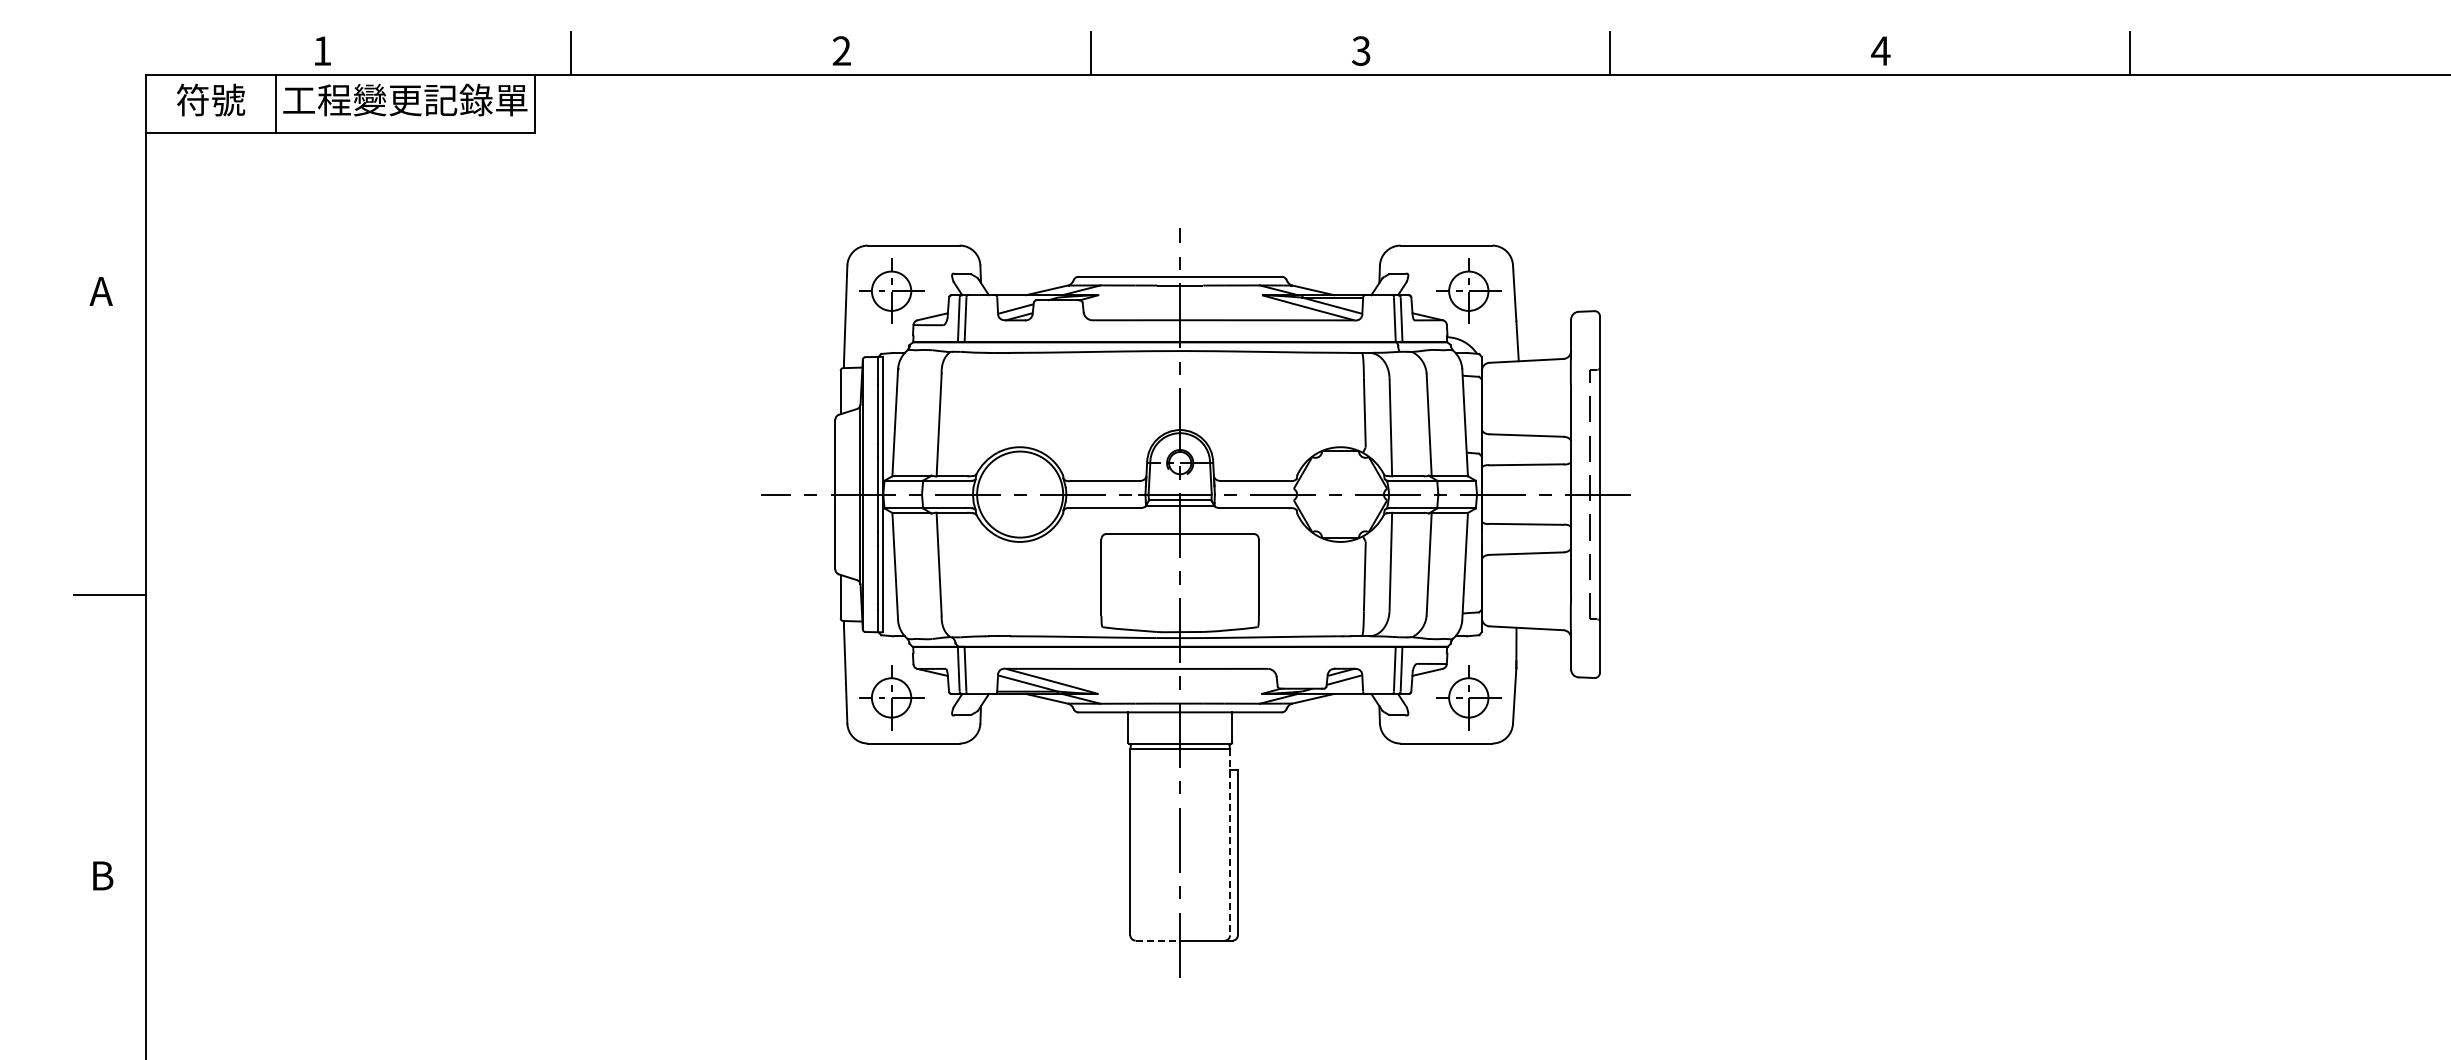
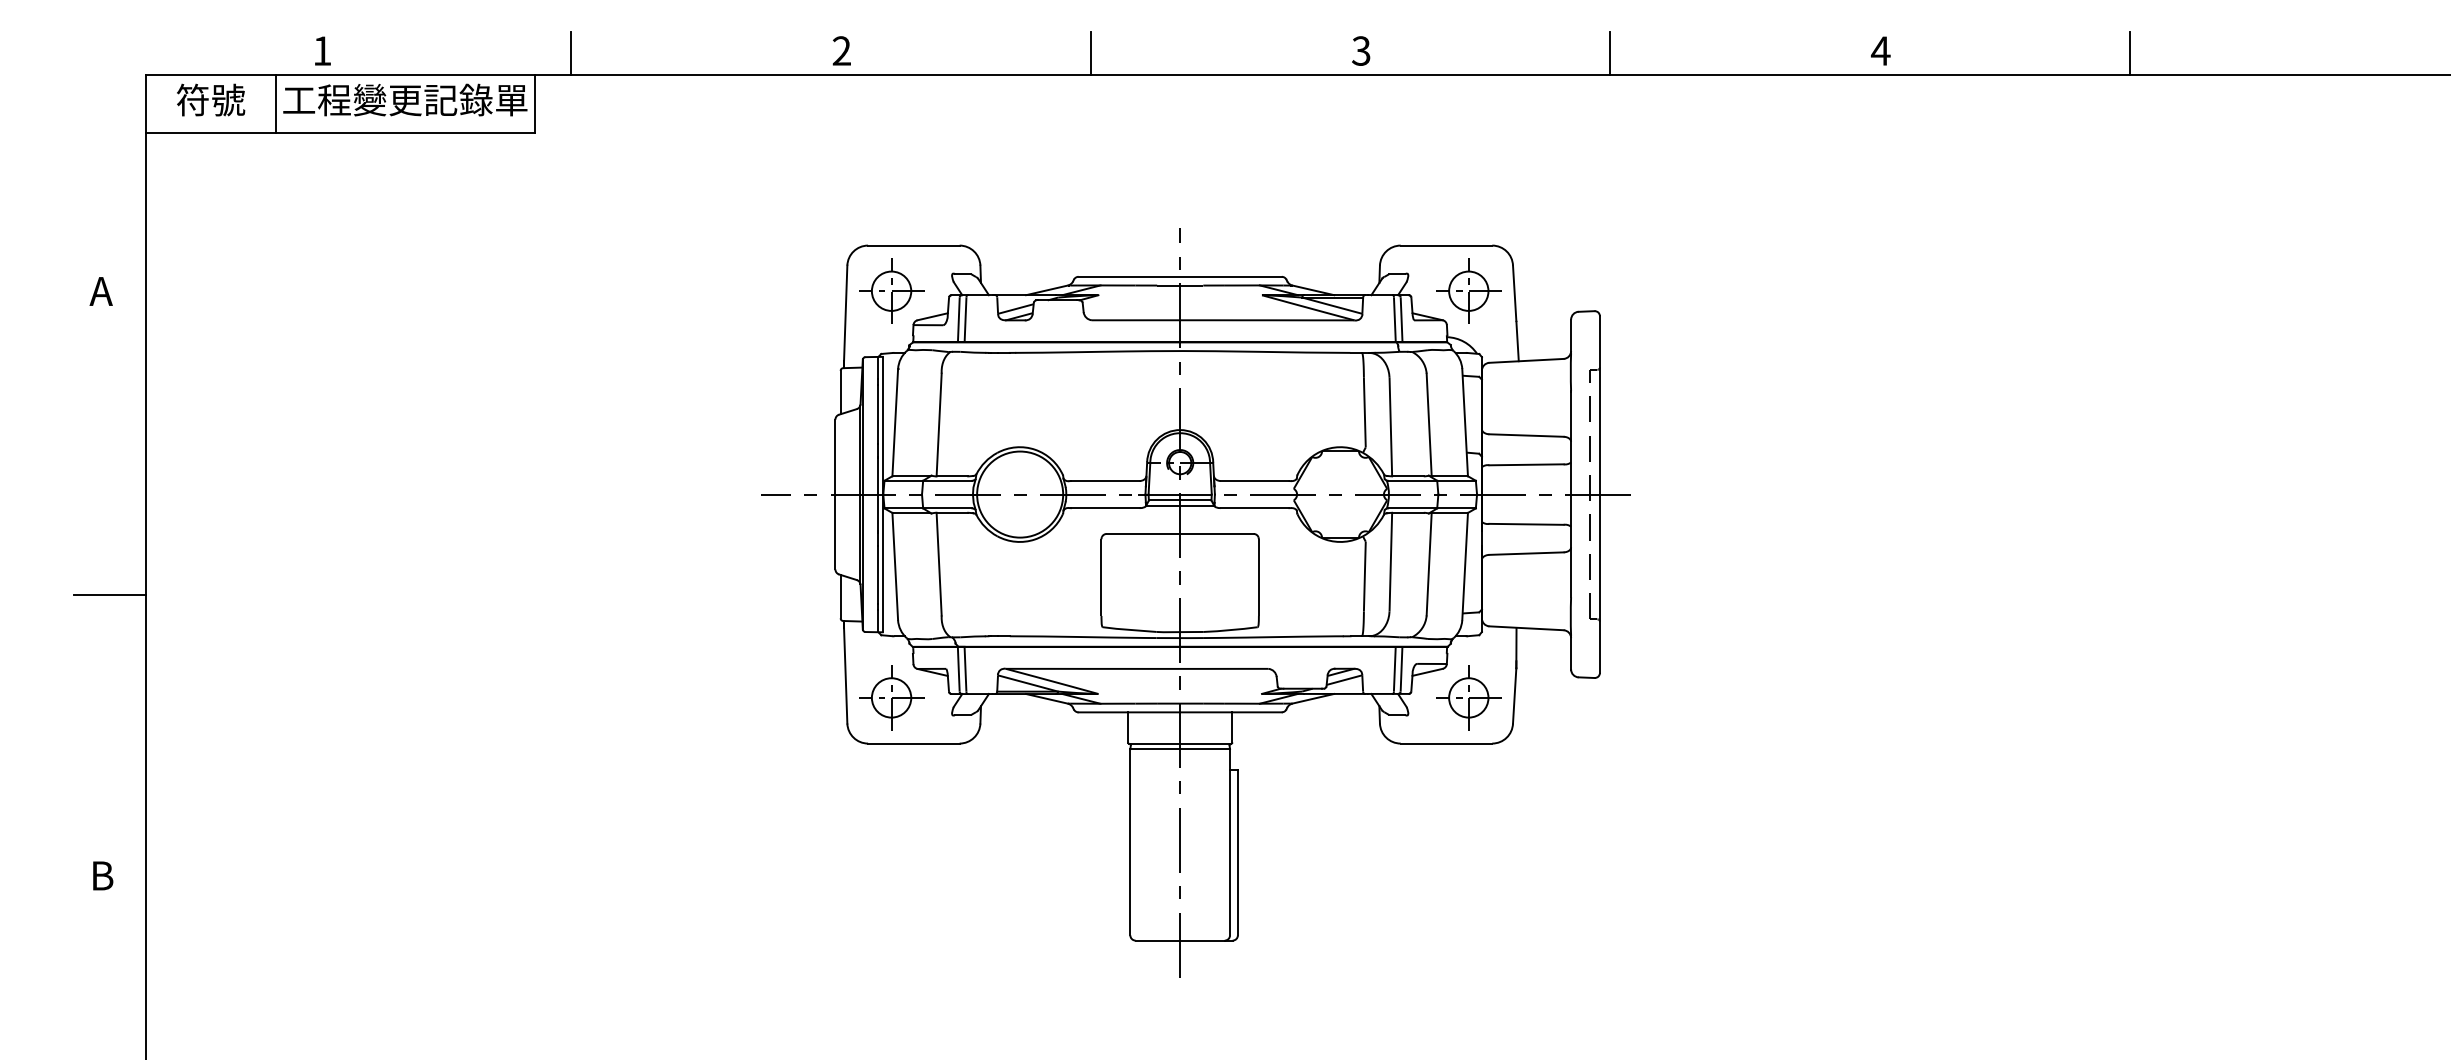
line at (1230, 842): dashed -> solid
line at (1158, 940): dashed -> solid
